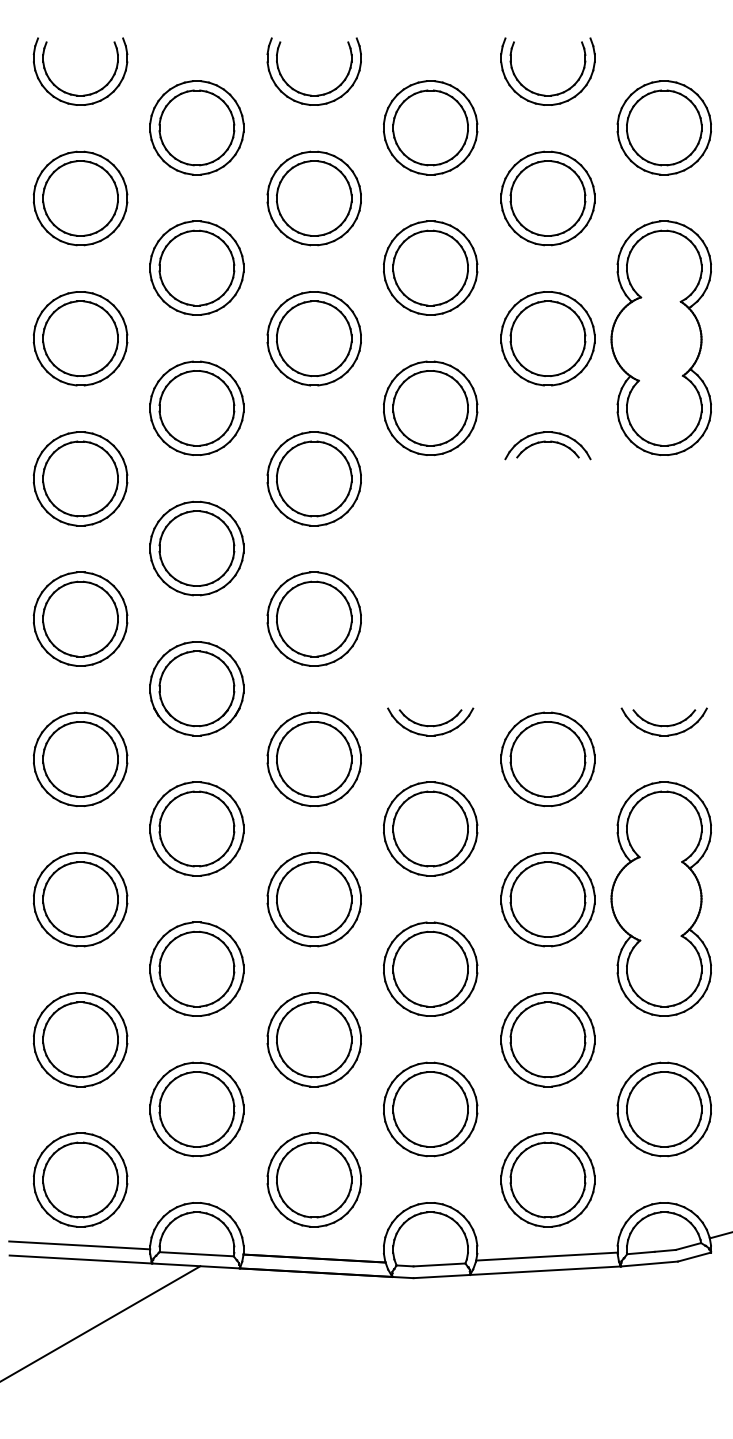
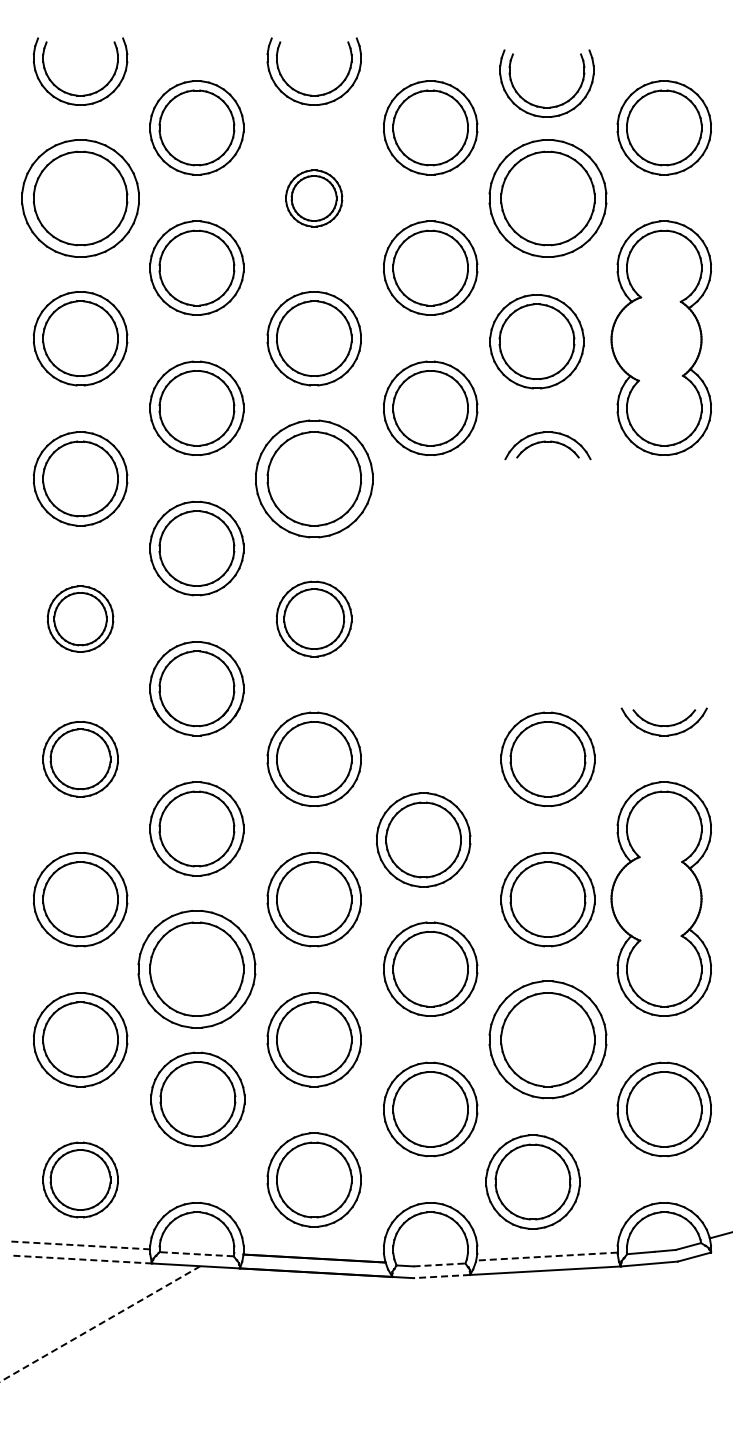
part at (545, 94) position: (545, 94) -> (544, 106)
part at (80, 198) size: 97x97 px -> 119x119 px
part at (313, 198) size: 96x97 px -> 59x59 px
part at (547, 198) size: 96x97 px -> 120x119 px
part at (547, 338) position: (547, 338) -> (536, 341)
part at (313, 478) size: 96x96 px -> 119x120 px
part at (80, 618) size: 97x96 px -> 69x68 px
part at (313, 618) size: 96x96 px -> 78x78 px
part at (430, 721): present -> none
part at (80, 758) size: 97x96 px -> 77x78 px
part at (430, 828) position: (430, 828) -> (423, 839)
part at (196, 968) size: 96x96 px -> 120x120 px
part at (547, 1039) size: 96x96 px -> 120x120 px
part at (196, 1109) position: (196, 1109) -> (197, 1099)
part at (80, 1179) size: 97x96 px -> 77x78 px
part at (547, 1179) position: (547, 1179) -> (532, 1181)
line at (79, 1245): solid -> dashed
line at (196, 1254): solid -> dashed
line at (546, 1256): solid -> dashed
line at (80, 1259): solid -> dashed
line at (439, 1264): solid -> dashed
line at (441, 1276): solid -> dashed
line at (99, 1324): solid -> dashed
